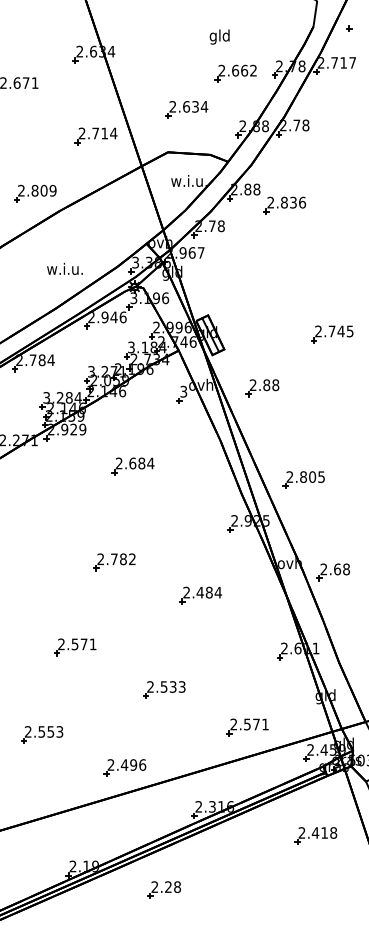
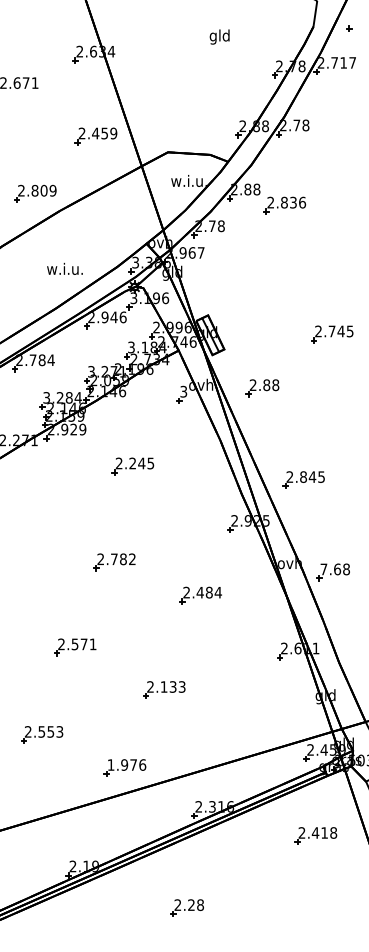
part at (235, 73): present -> none
part at (186, 109): present -> none
text at (104, 133): 2.714 -> 2.459
text at (141, 463): 2.684 -> 2.245
text at (312, 476): 2.805 -> 2.845
text at (323, 569): 2.68 -> 7.68
text at (163, 686): 2.533 -> 2.133
part at (247, 727): present -> none
text at (122, 764): 2.496 -> 1.976
part at (163, 889) position: (163, 889) -> (186, 907)
